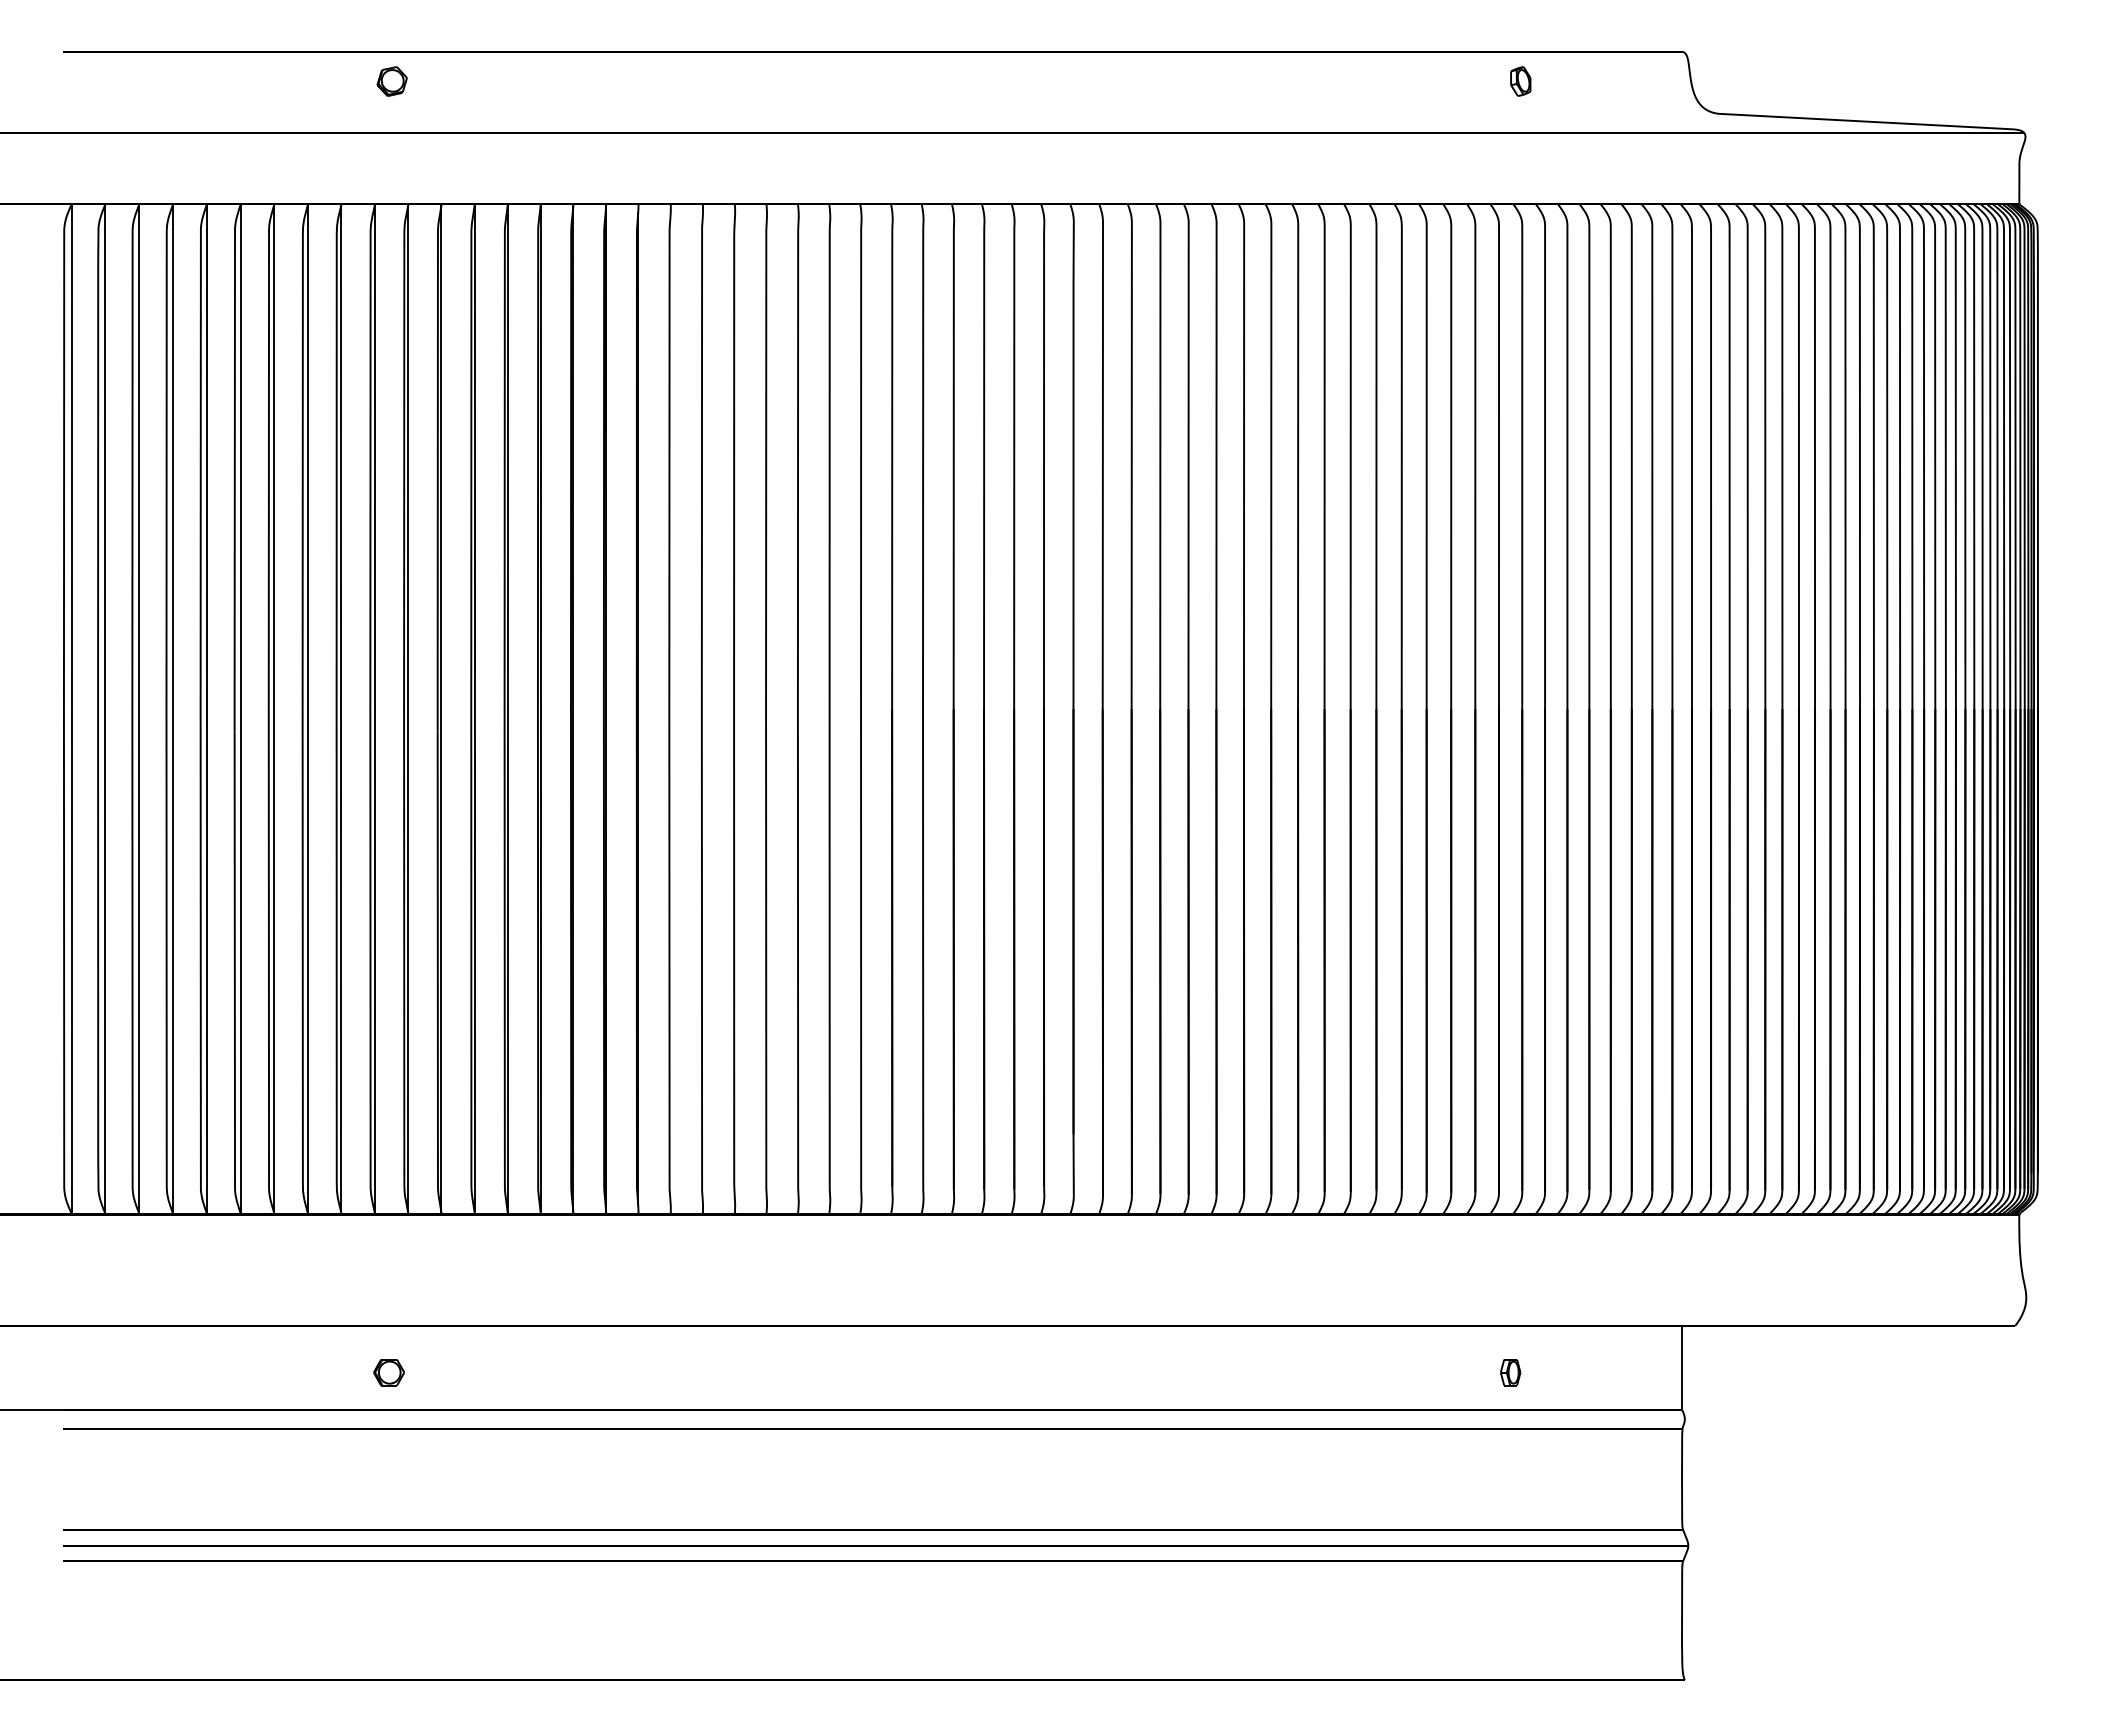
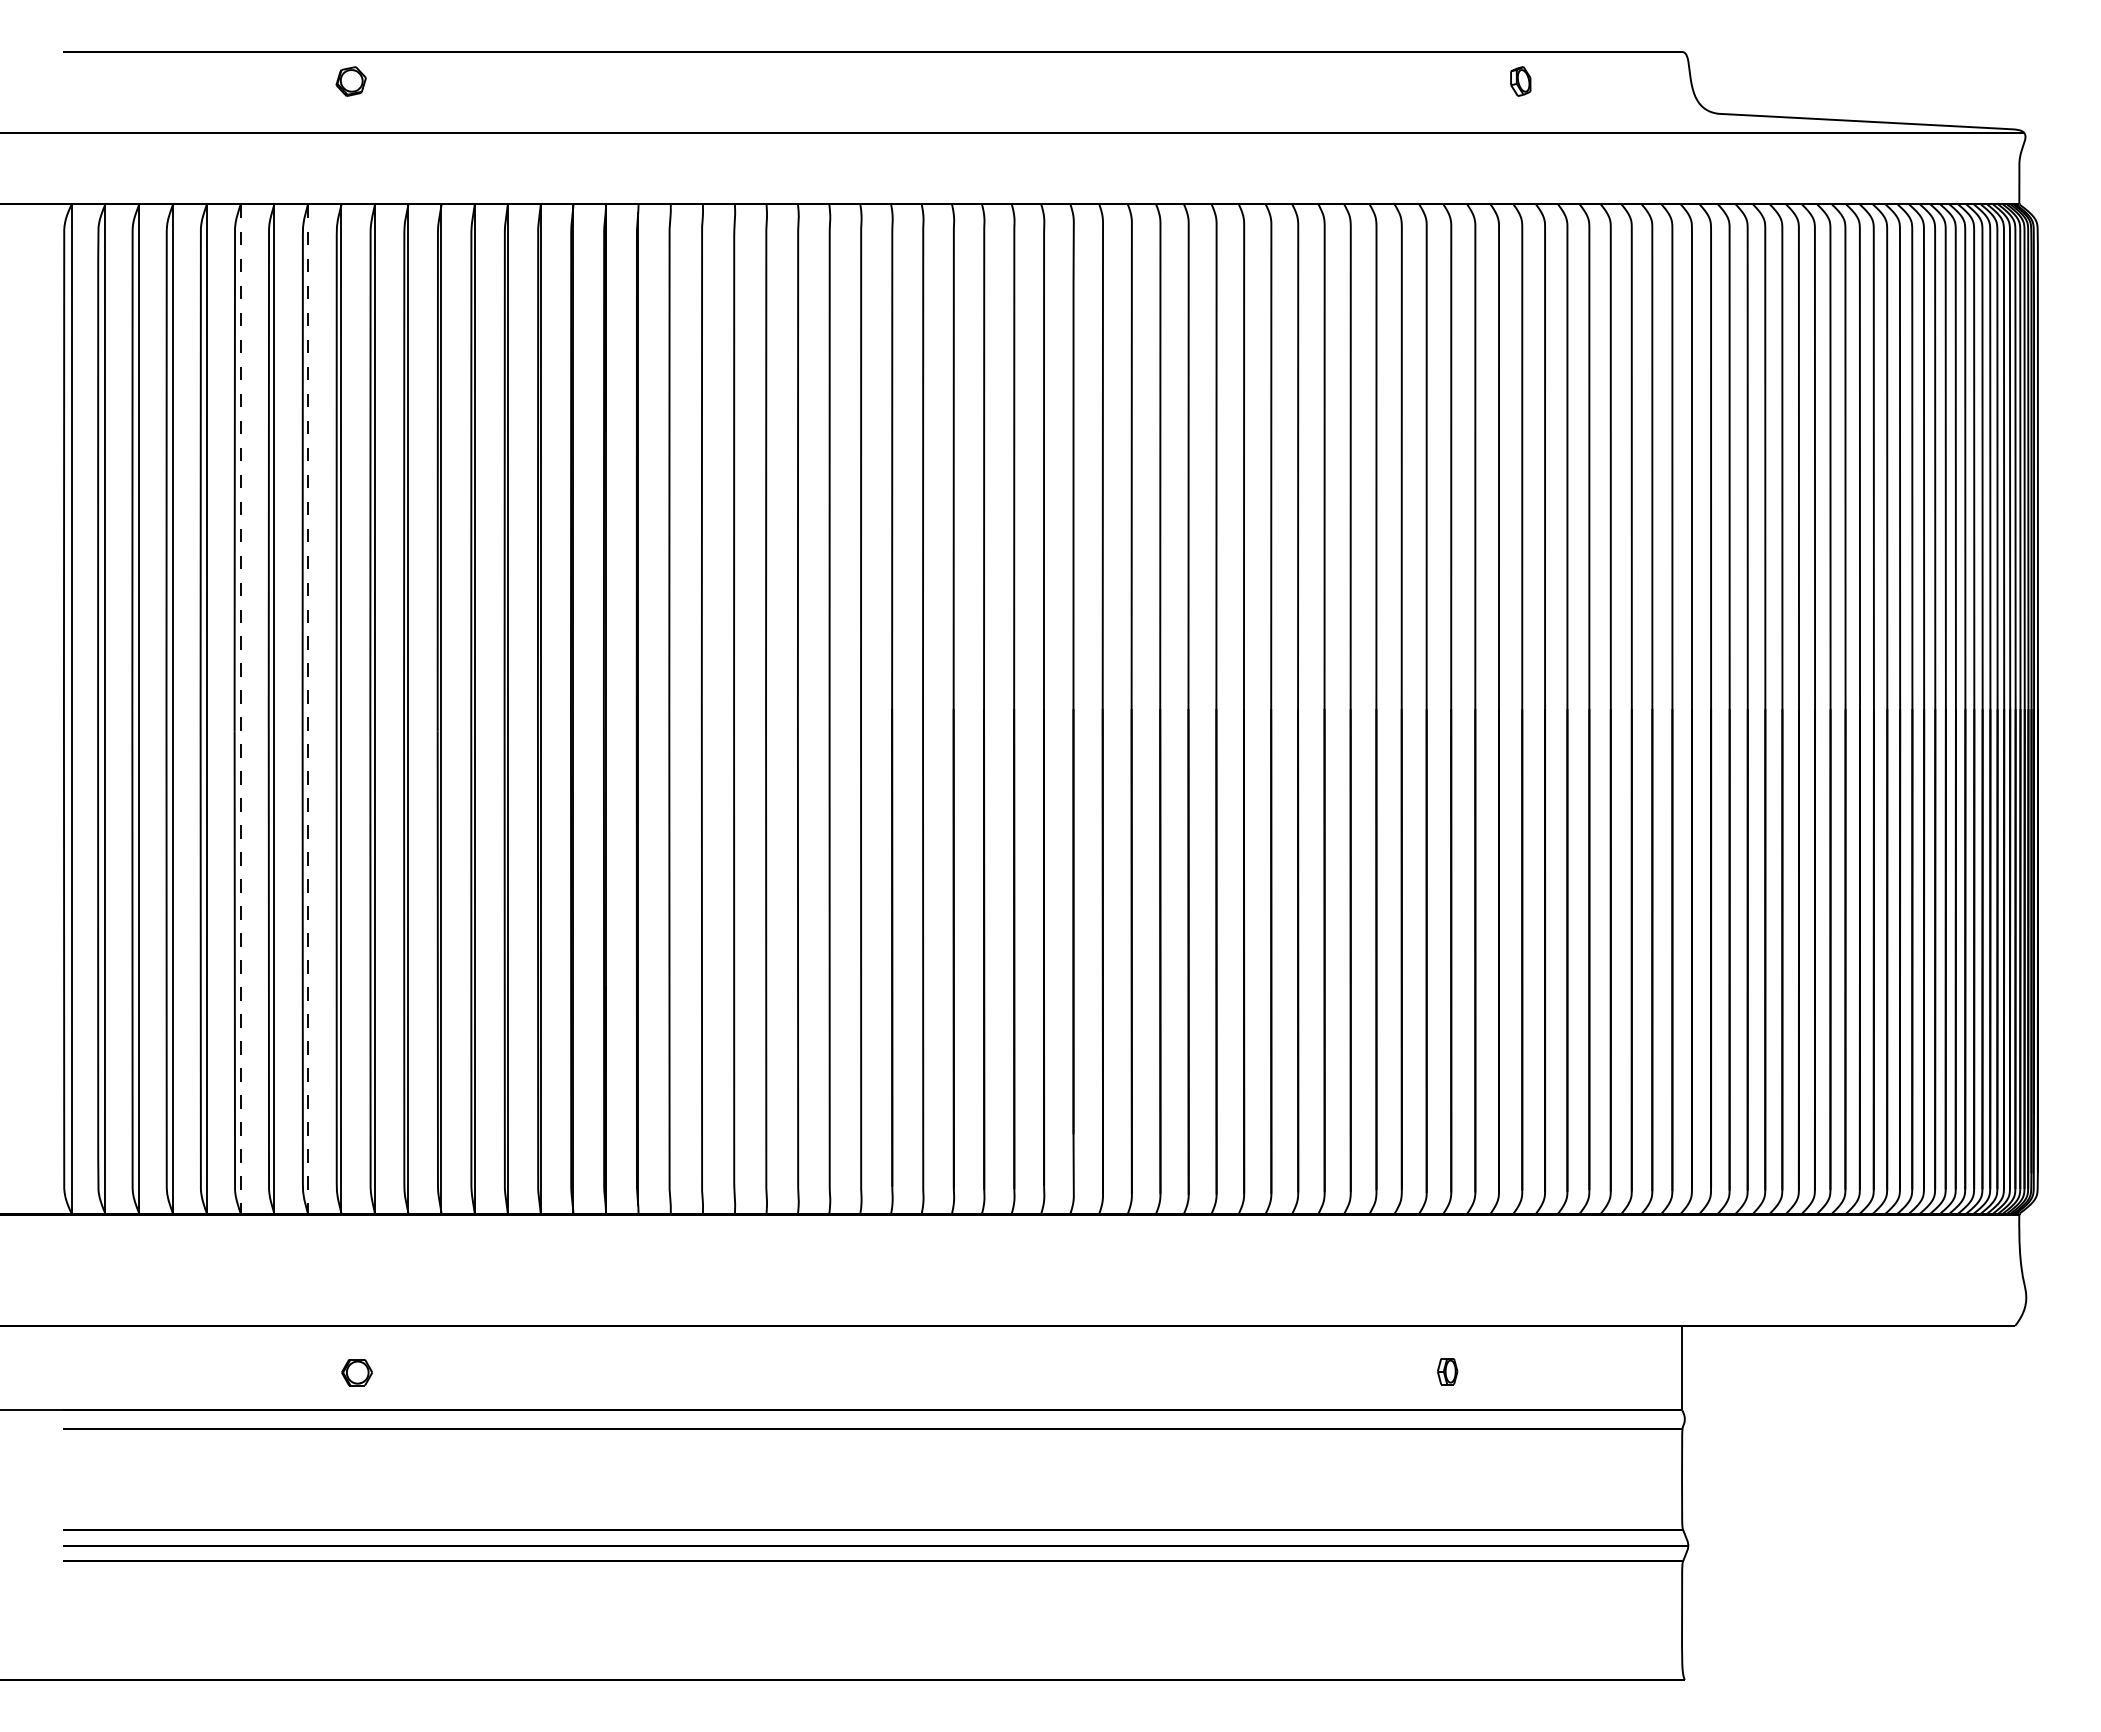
part at (391, 81) position: (391, 81) -> (350, 81)
line at (240, 709): solid -> dashed
line at (307, 709): solid -> dashed
part at (388, 1372) position: (388, 1372) -> (356, 1372)
part at (1510, 1372) position: (1510, 1372) -> (1447, 1371)
